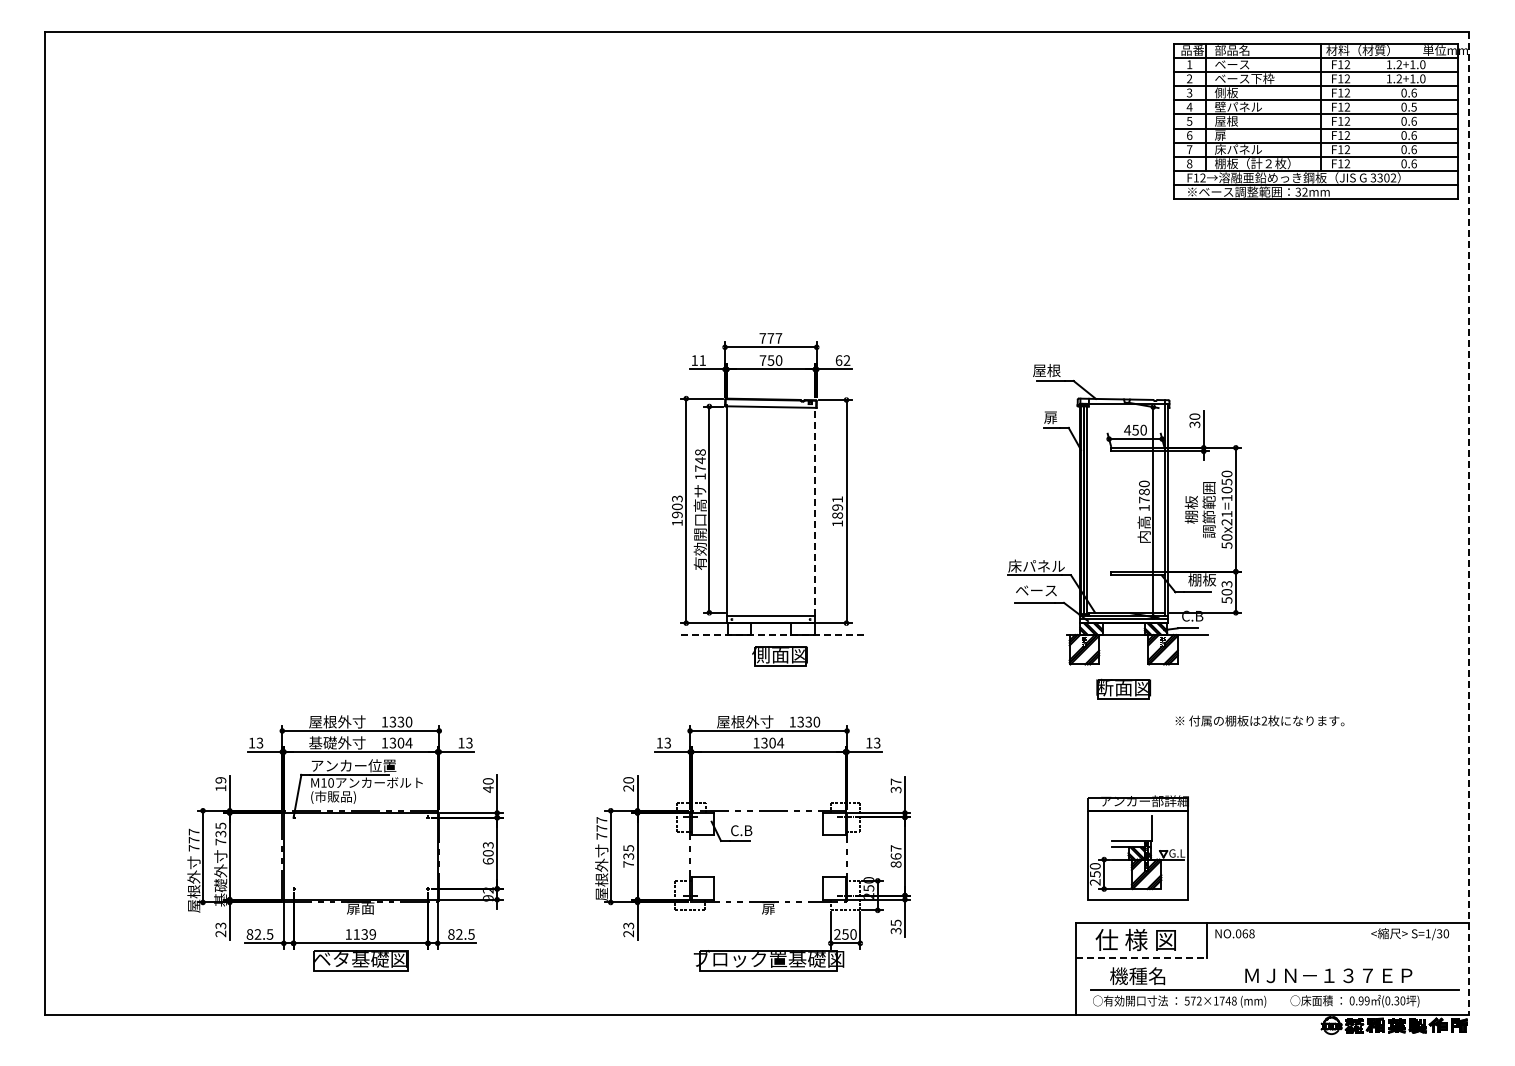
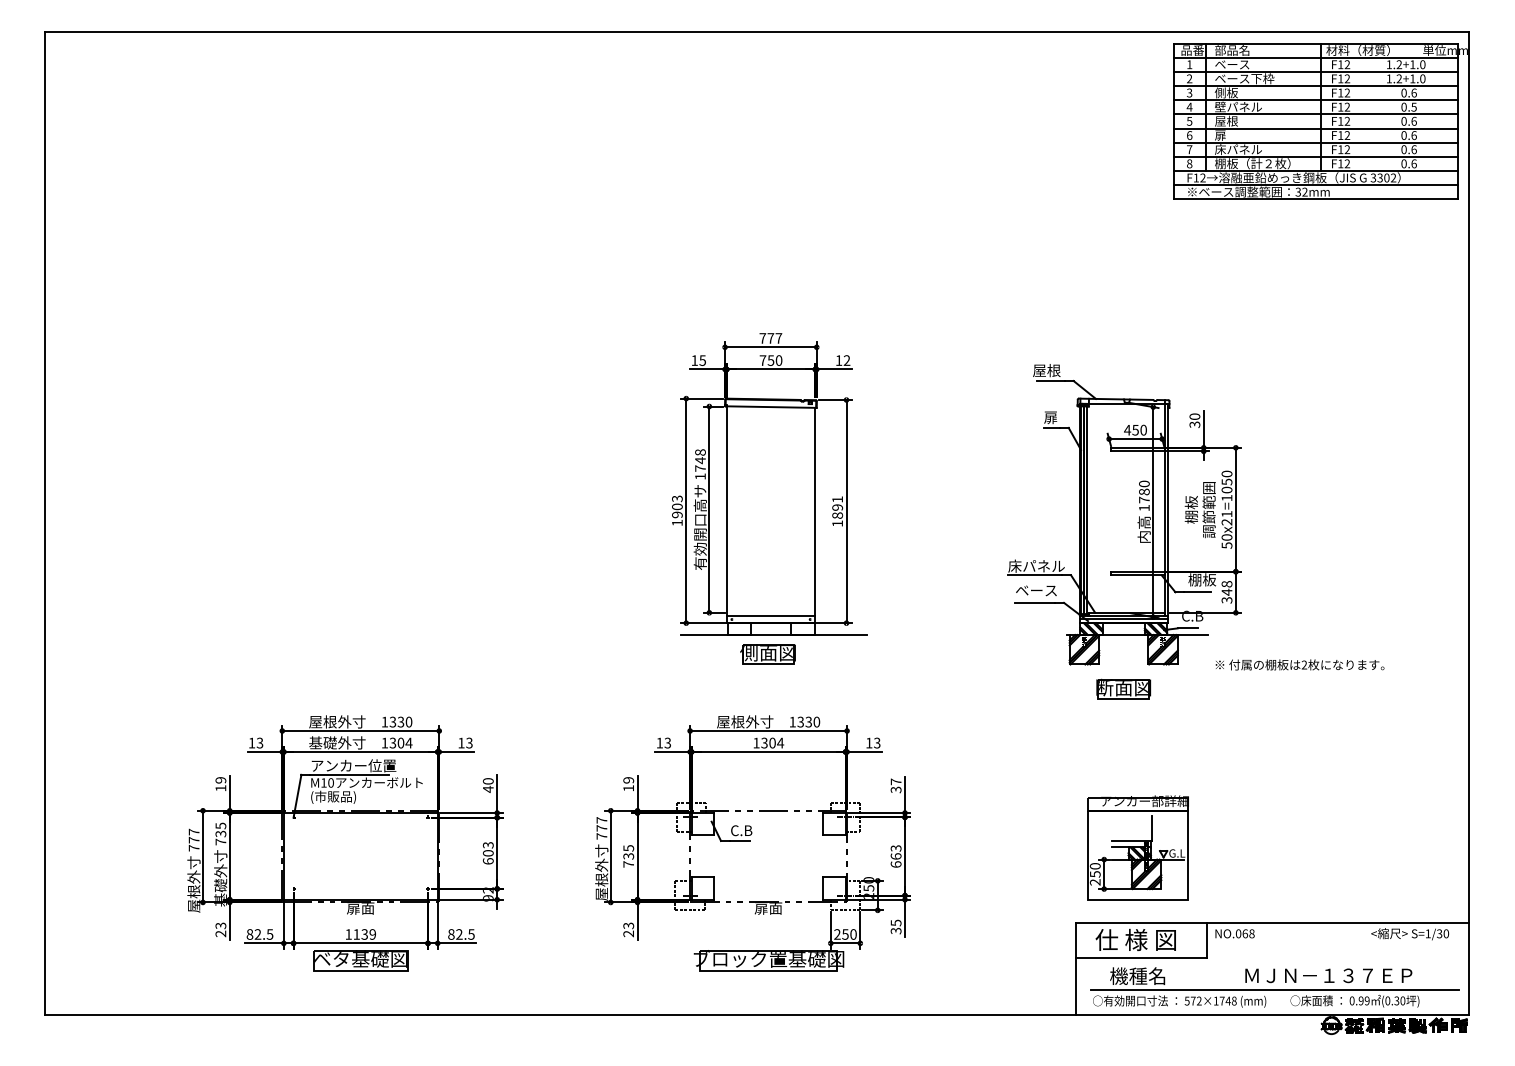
text at (702, 360): 11 -> 15
text at (838, 360): 62 -> 12
line at (815, 511): dashed -> solid
line at (1469, 523): dashed -> solid
text at (1226, 592): 503 -> 348
line at (774, 634): dashed -> solid
part at (779, 656) position: (779, 656) -> (767, 654)
text at (1259, 720) position: (1259, 720) -> (1299, 664)
text at (628, 784): 20 -> 19
text at (895, 856): 867 -> 663
text at (768, 908): 扉 -> 扉面
line at (1142, 958): dashed -> solid
